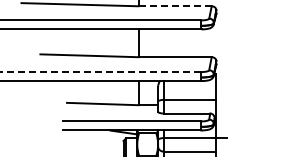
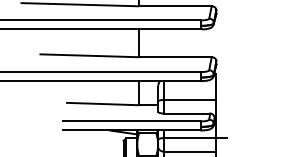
line at (176, 6): dashed -> solid
line at (100, 72): dashed -> solid
